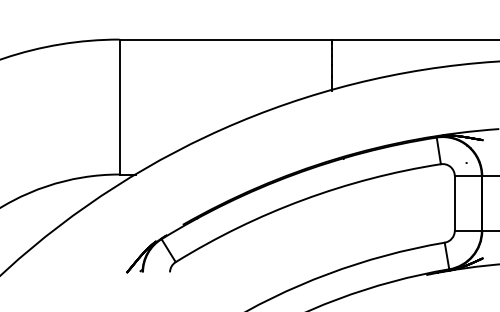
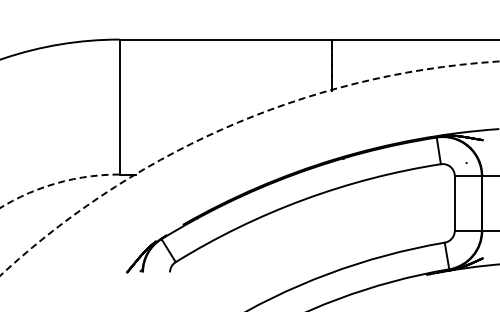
arc at (229, 126): solid -> dashed
arc at (57, 183): solid -> dashed
